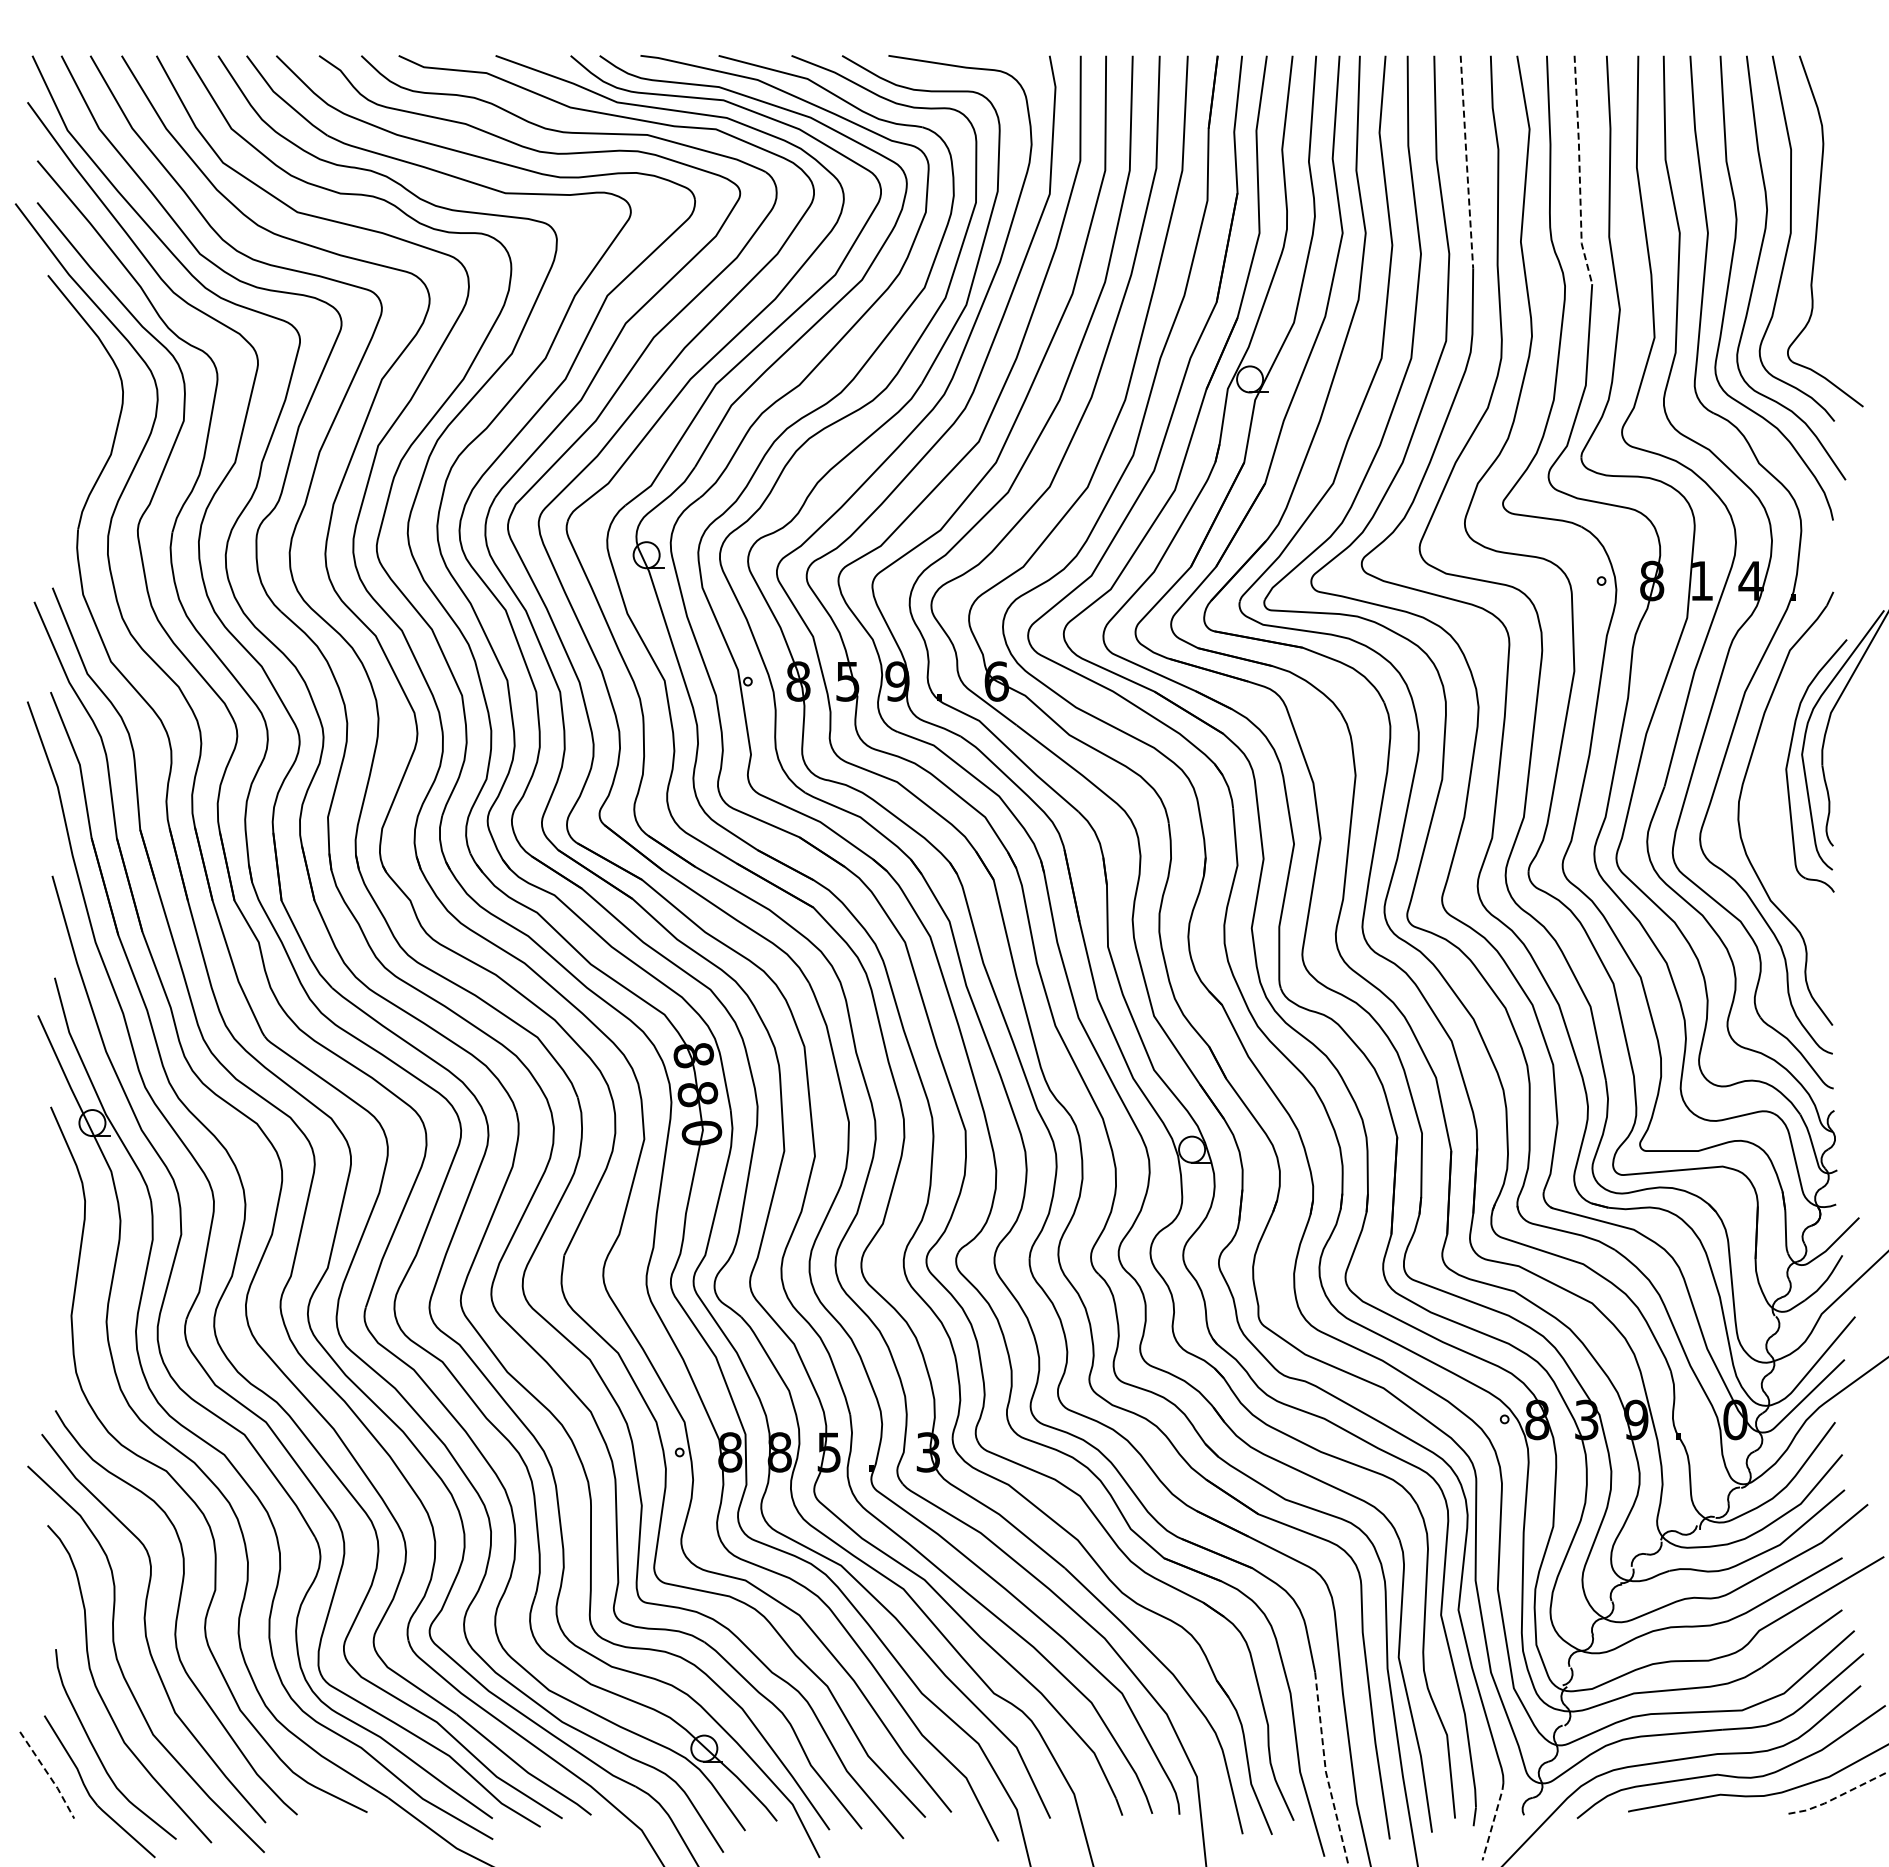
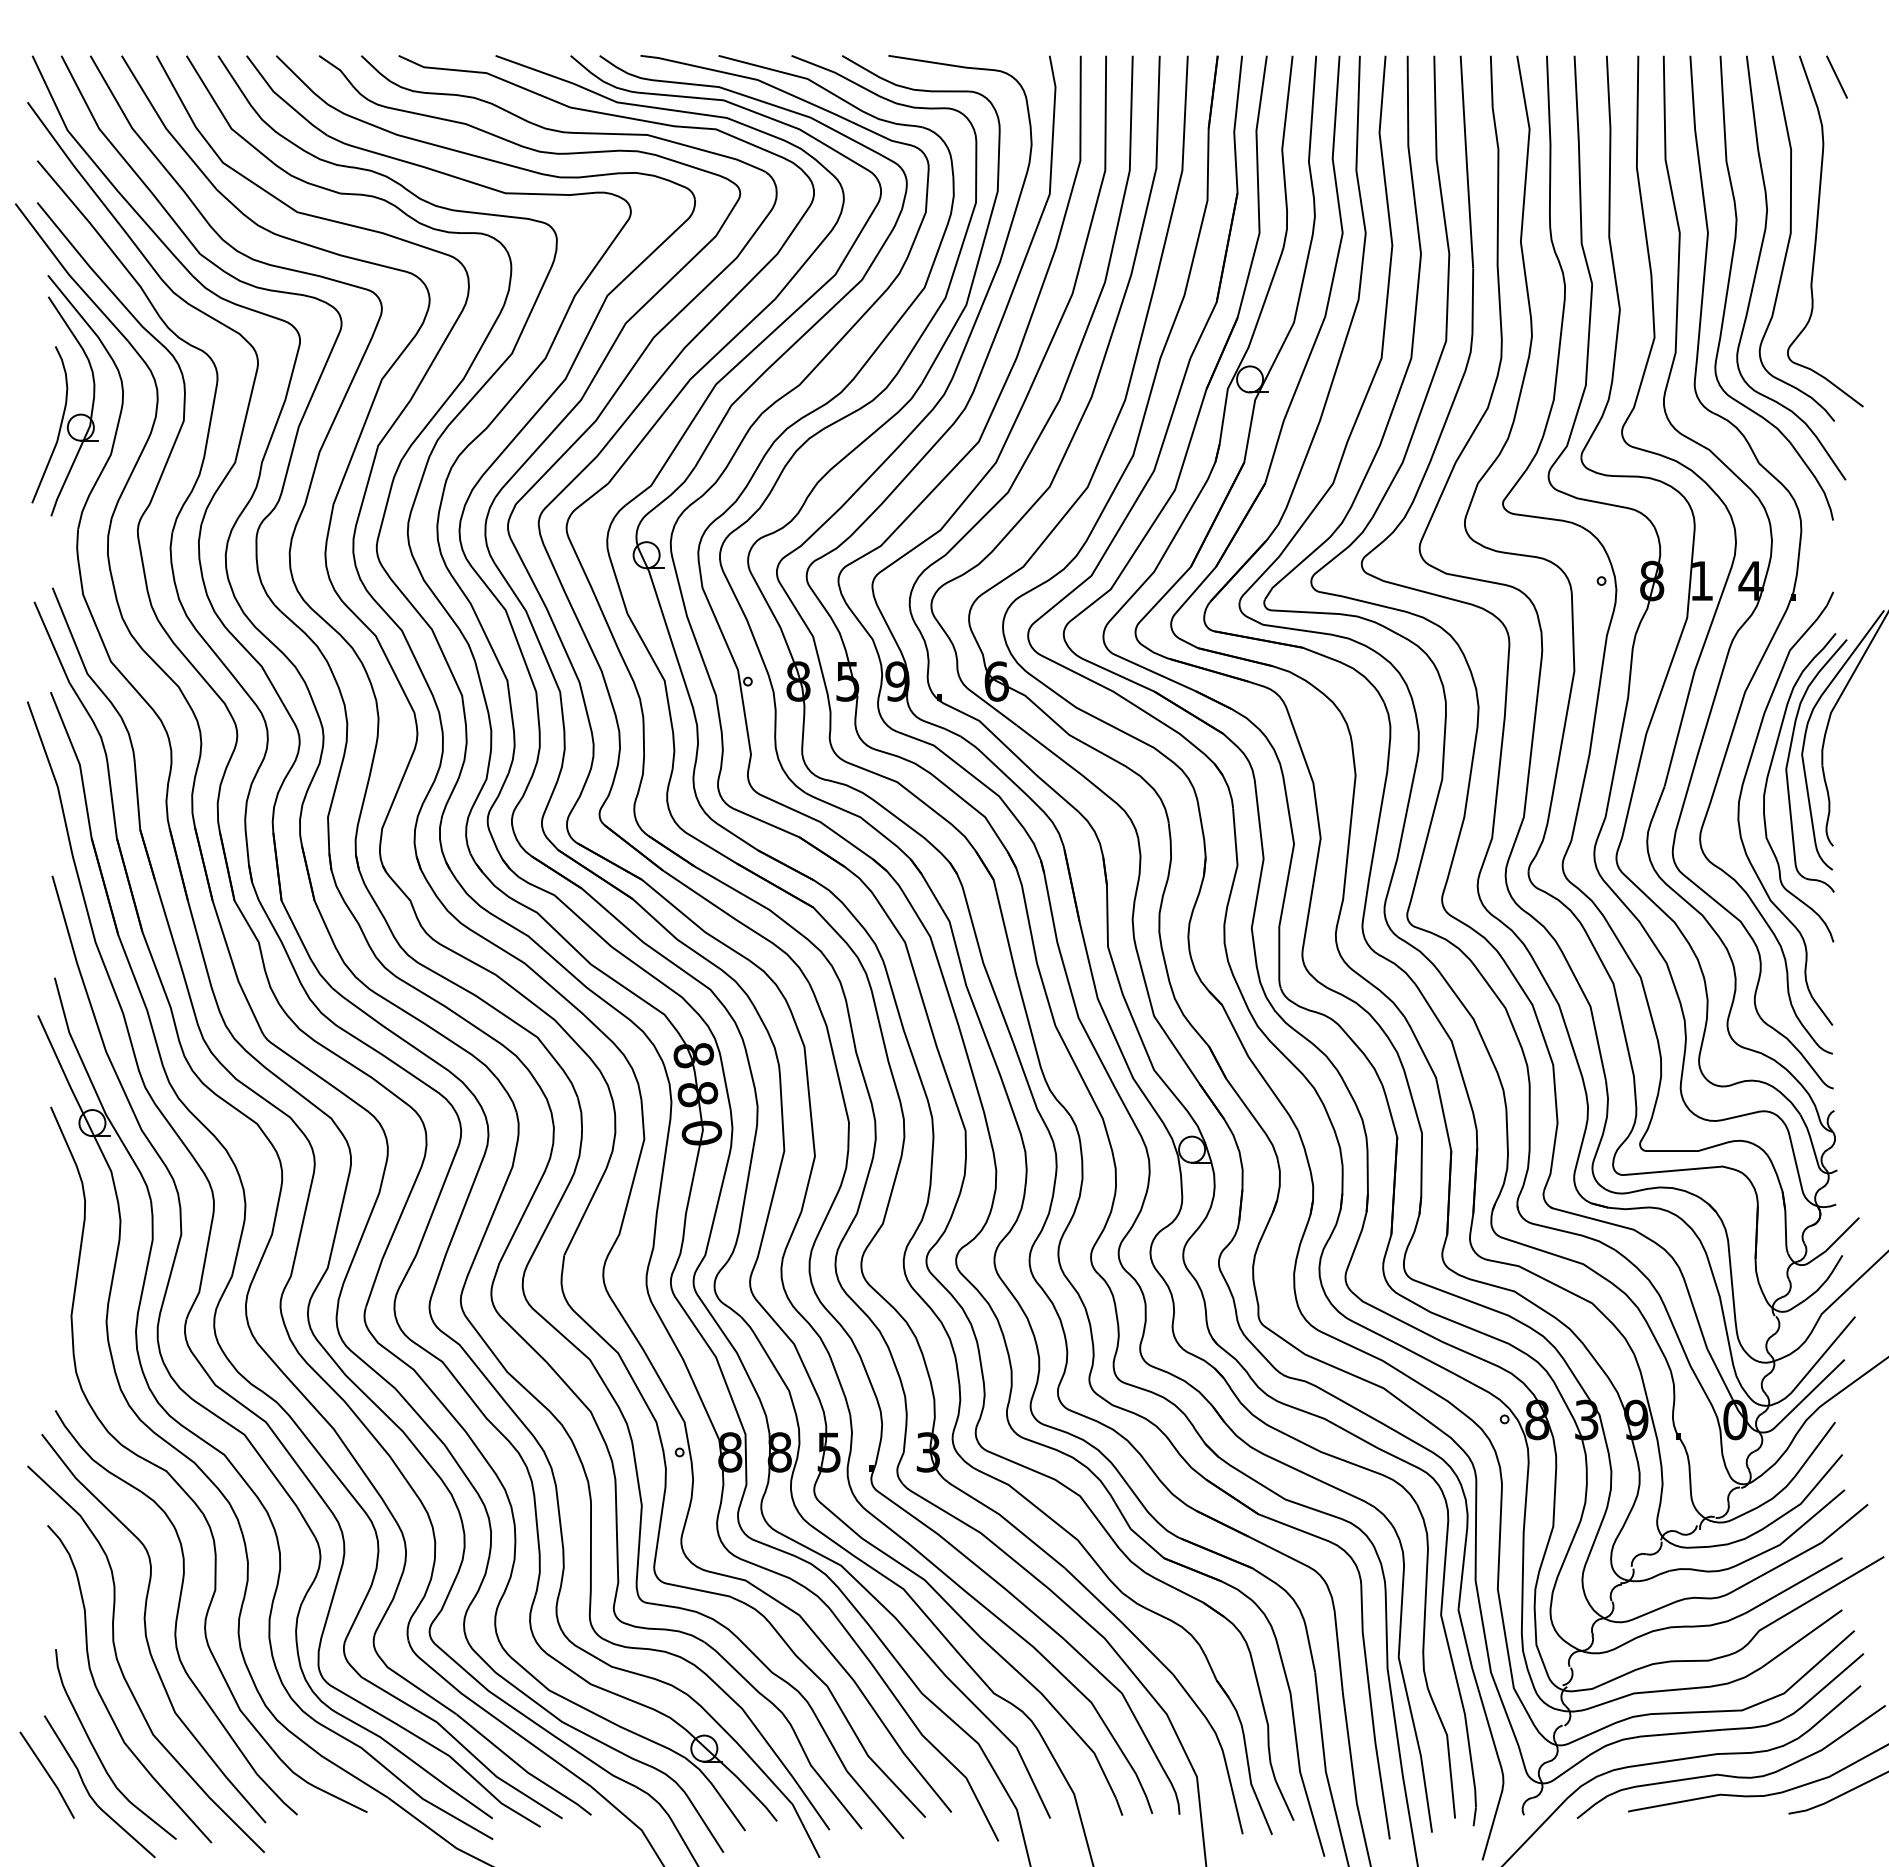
line at (1836, 76): none -> present
line at (1466, 162): dashed -> solid
line at (1579, 171): dashed -> solid
part at (64, 406): none -> present
curve at (1767, 783): none -> present
line at (1325, 1771): dashed -> solid
line at (48, 1775): dashed -> solid
line at (1838, 1796): dashed -> solid
line at (1493, 1820): dashed -> solid
